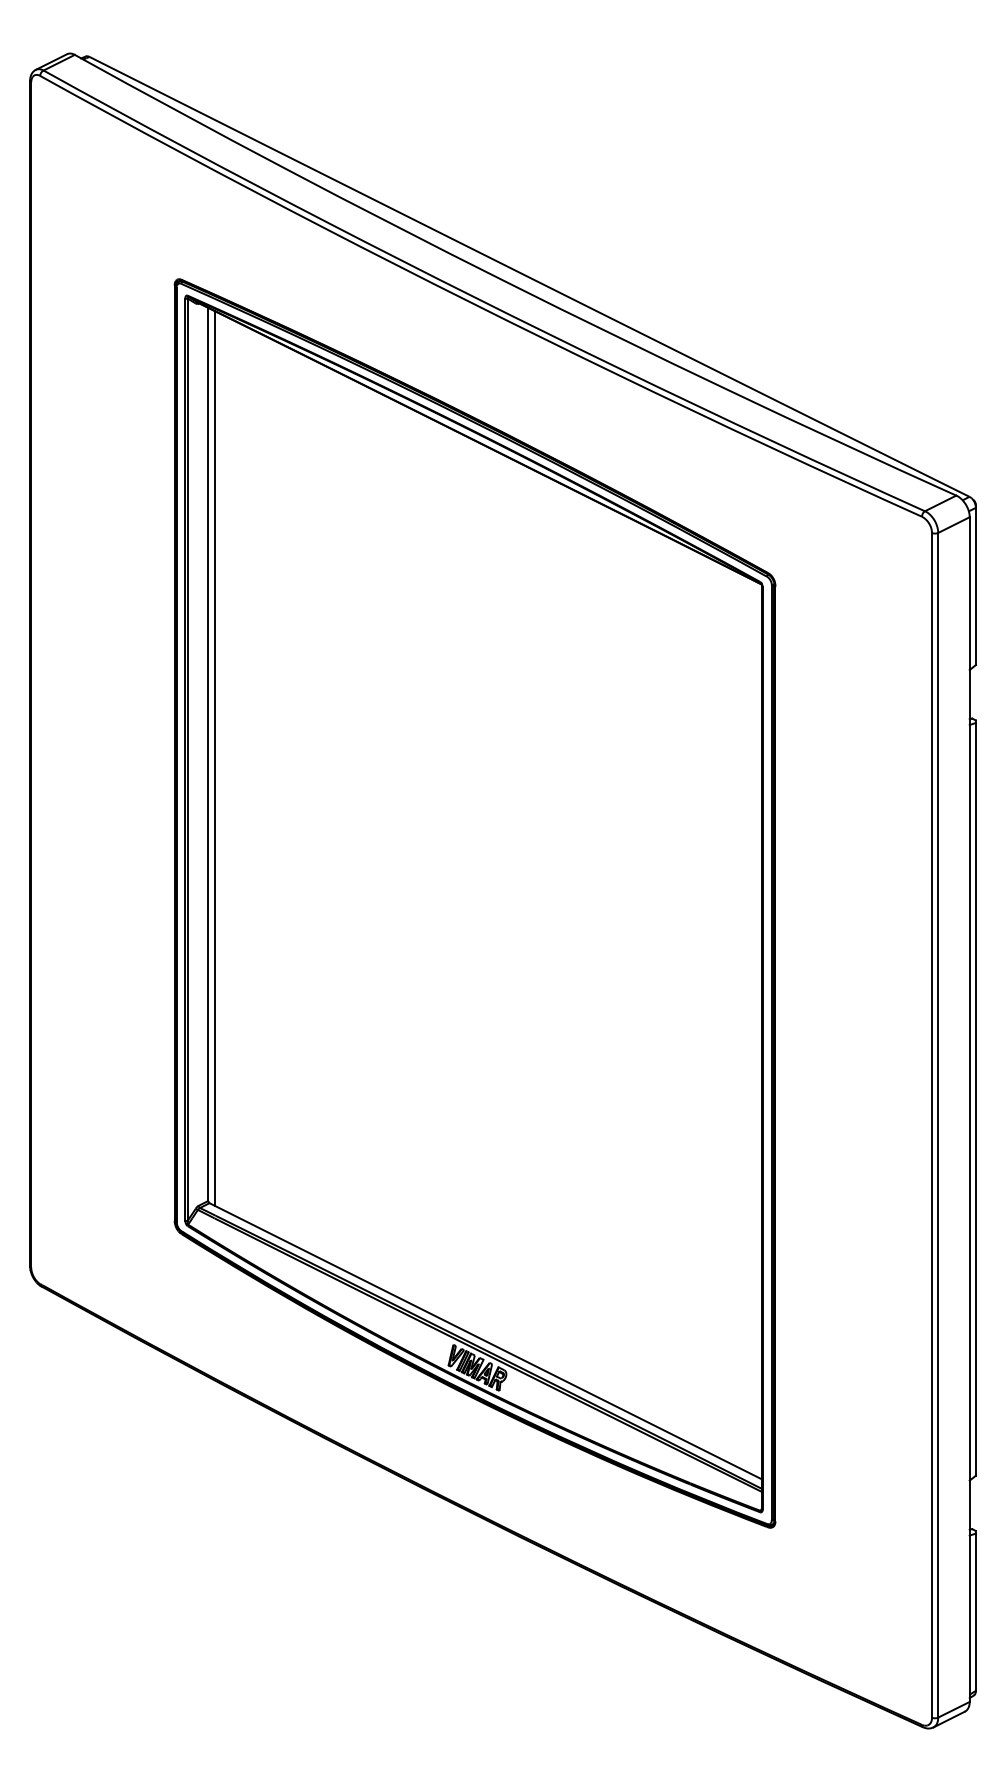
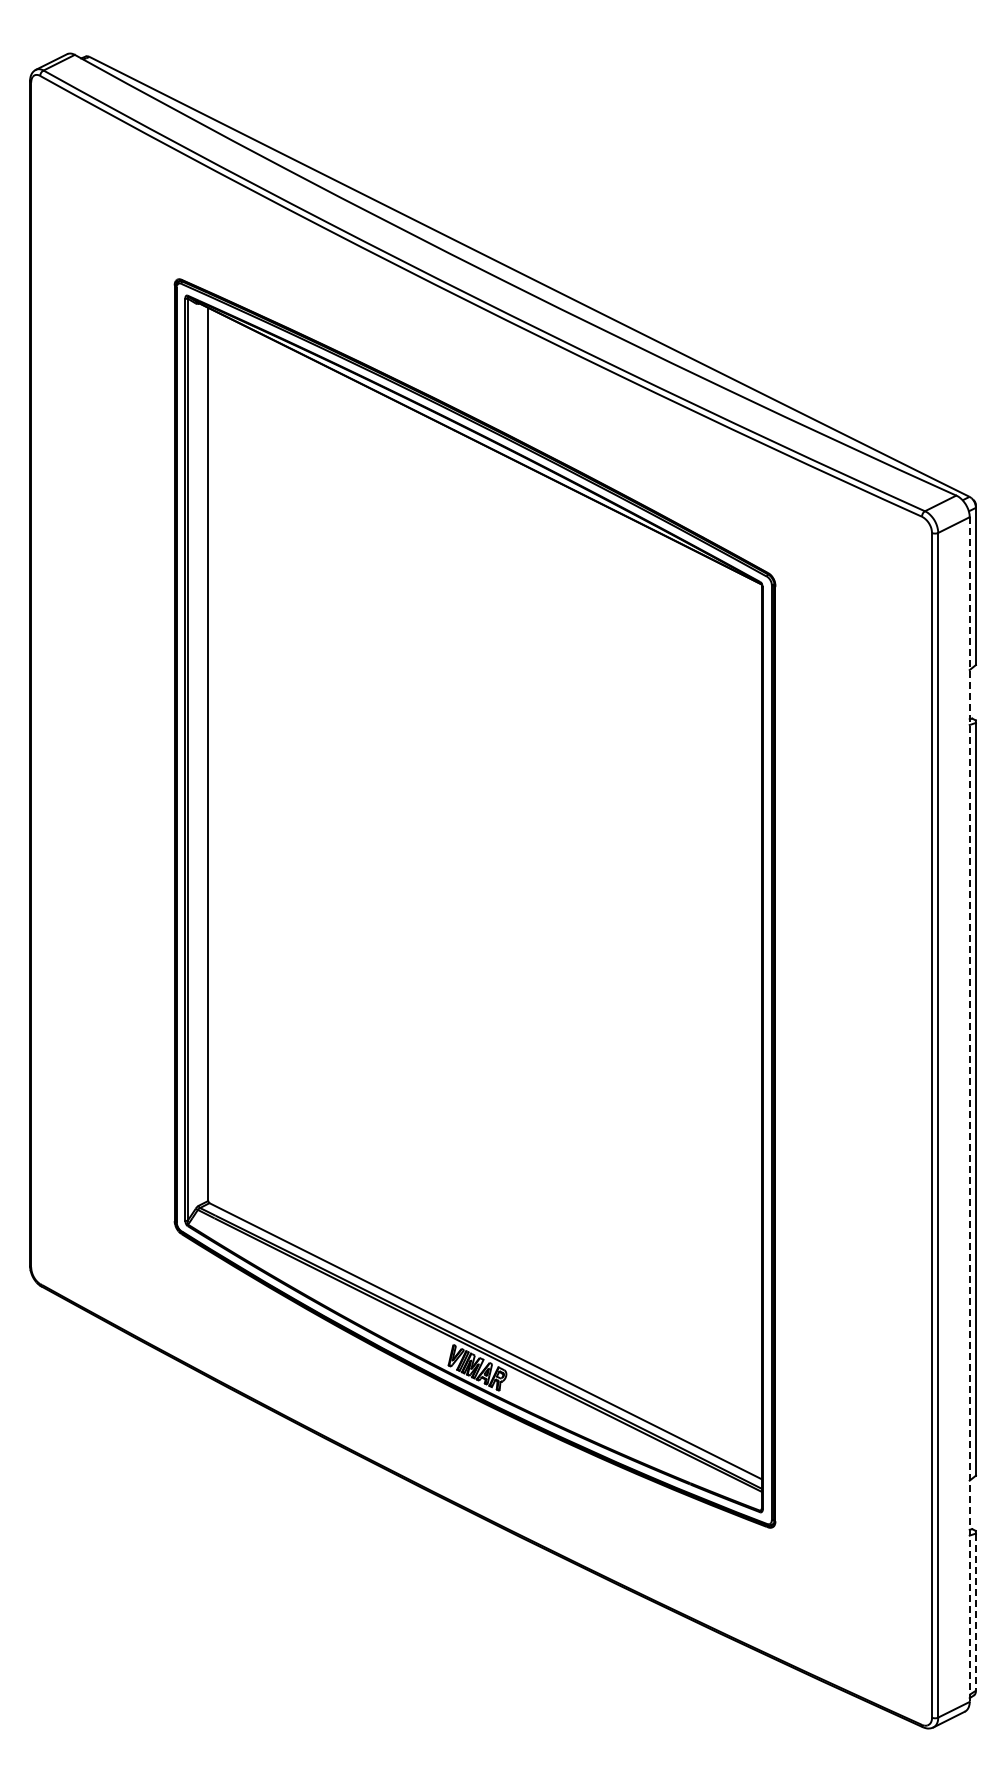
line at (215, 758): present -> none
line at (969, 1110): solid -> dashed
line at (975, 1612): solid -> dashed
